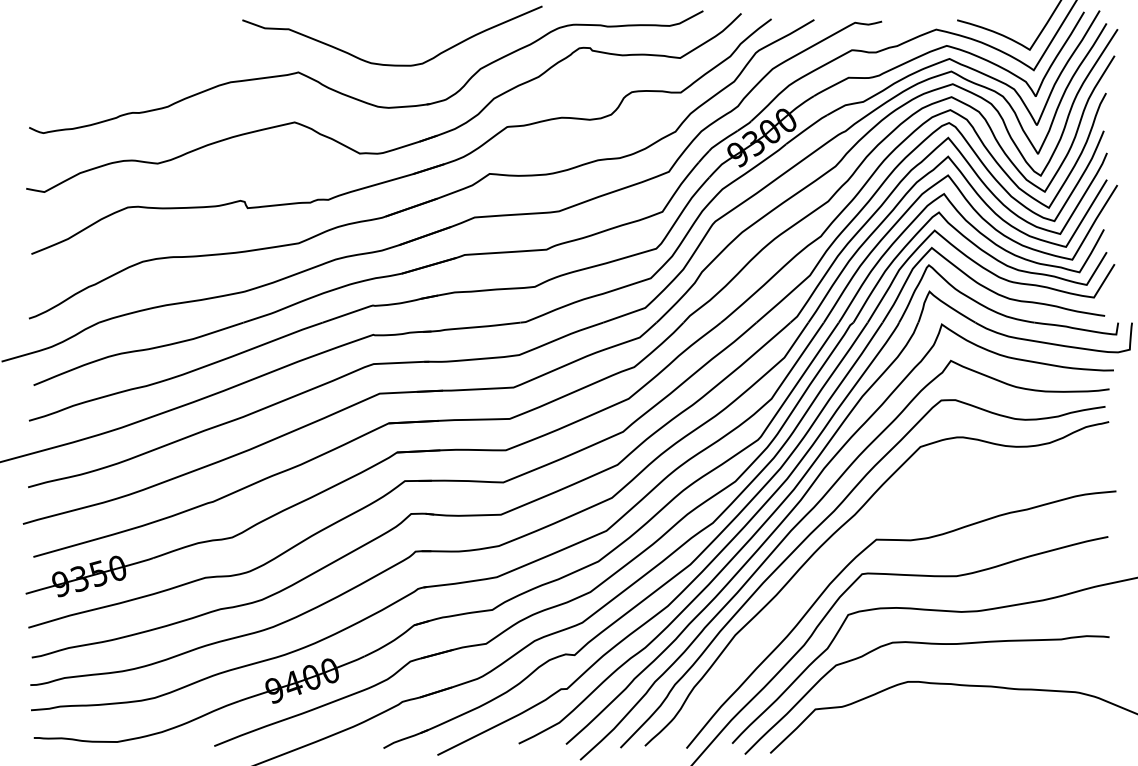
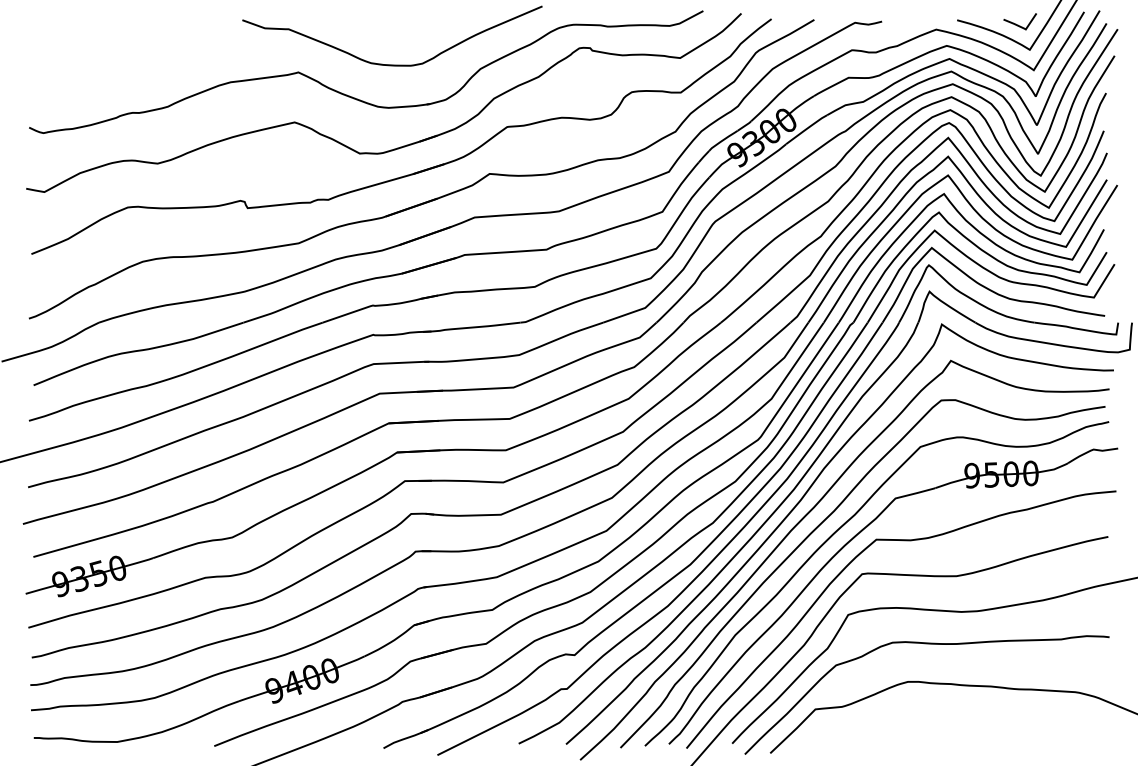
line at (1018, 24): none -> present
part at (845, 546): none -> present
